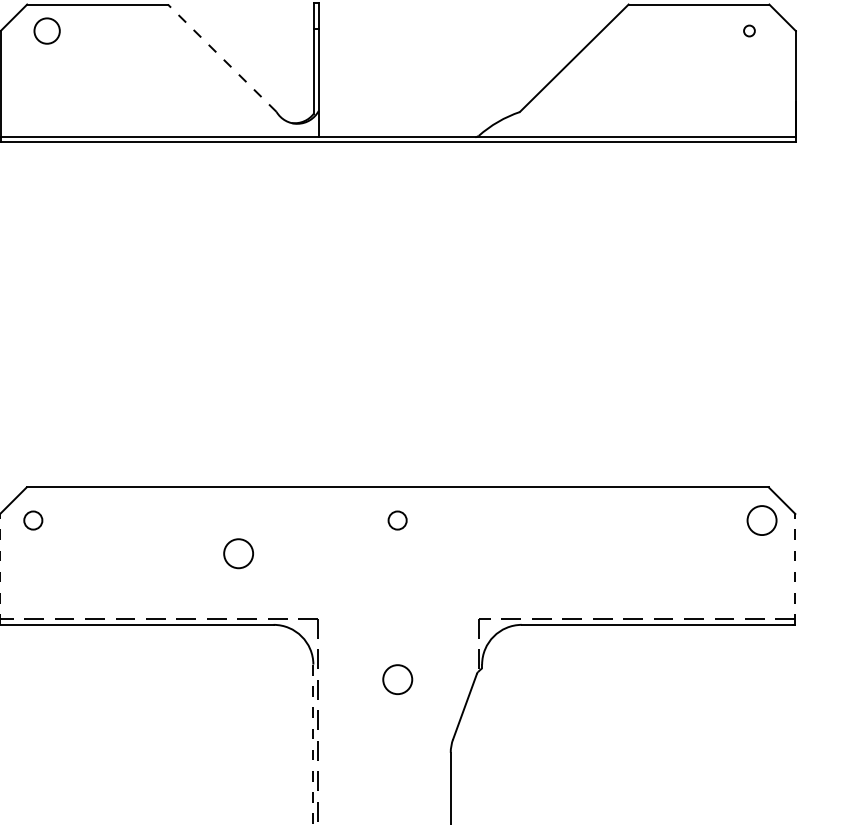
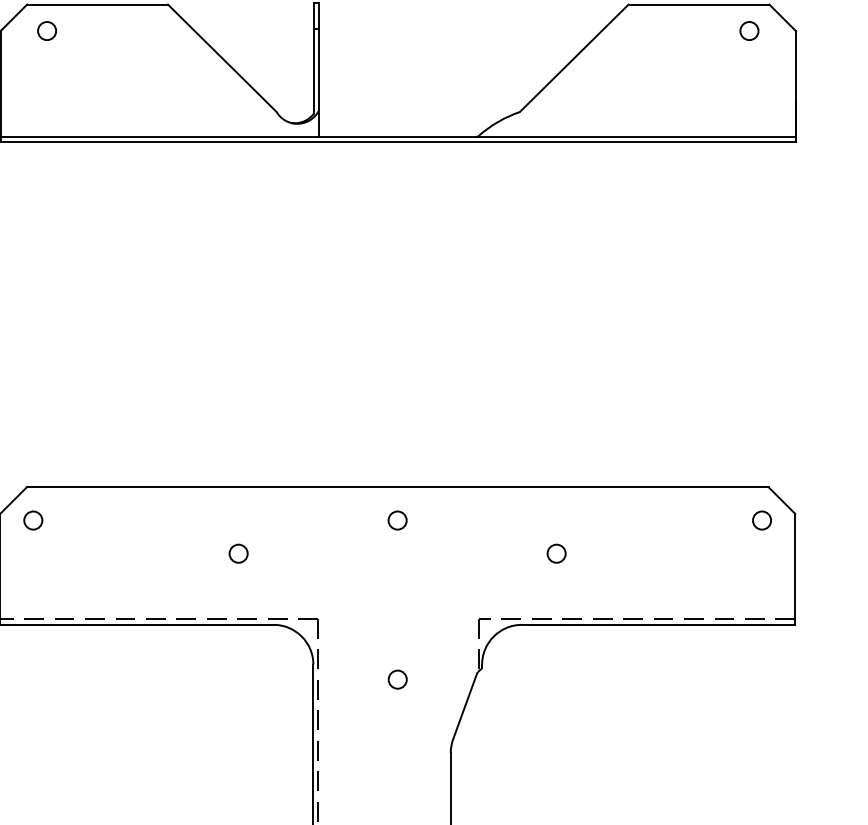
circle at (46, 30) size: 28x28 px -> 20x20 px
circle at (749, 30) size: 13x14 px -> 21x20 px
line at (221, 57): dashed -> solid
circle at (761, 520) diameter: 29 px -> 18 px
circle at (238, 553) diameter: 29 px -> 18 px
circle at (556, 553): none -> present
line at (0, 568): dashed -> solid
line at (795, 568): dashed -> solid
circle at (397, 679) diameter: 29 px -> 18 px
line at (313, 744): dashed -> solid
